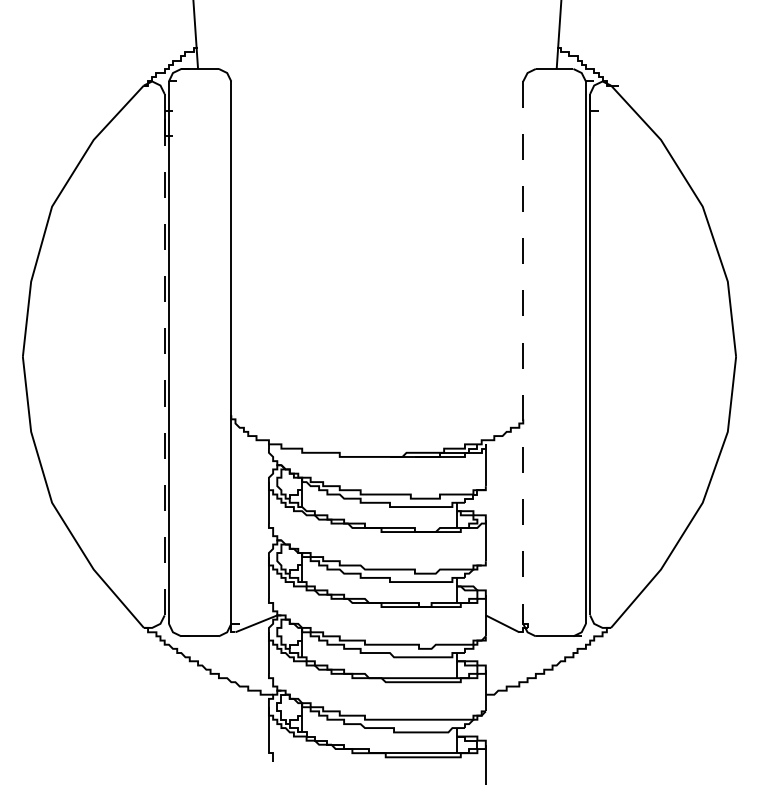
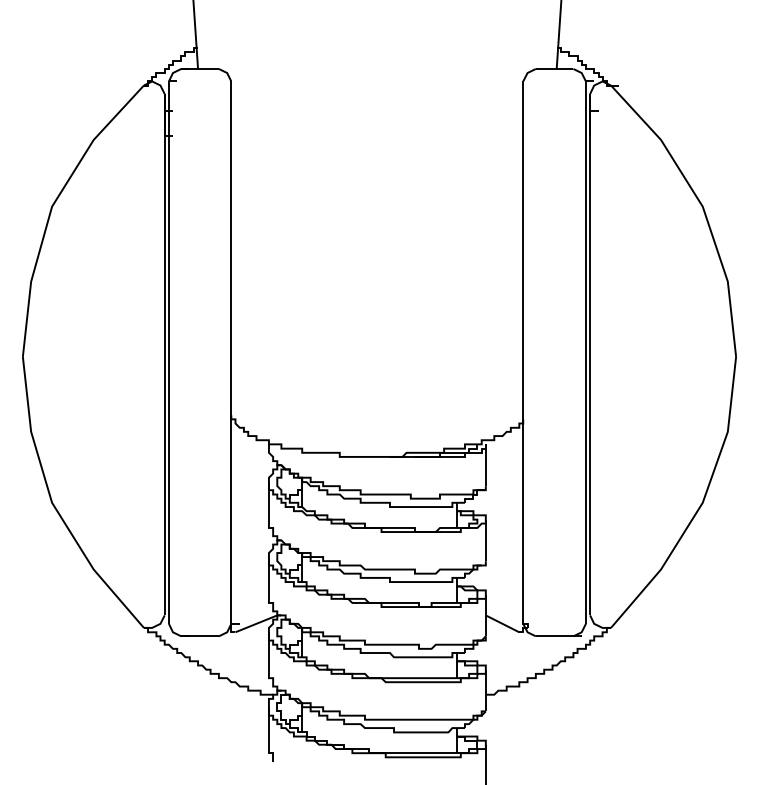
line at (523, 353): dashed -> solid
line at (164, 354): dashed -> solid
